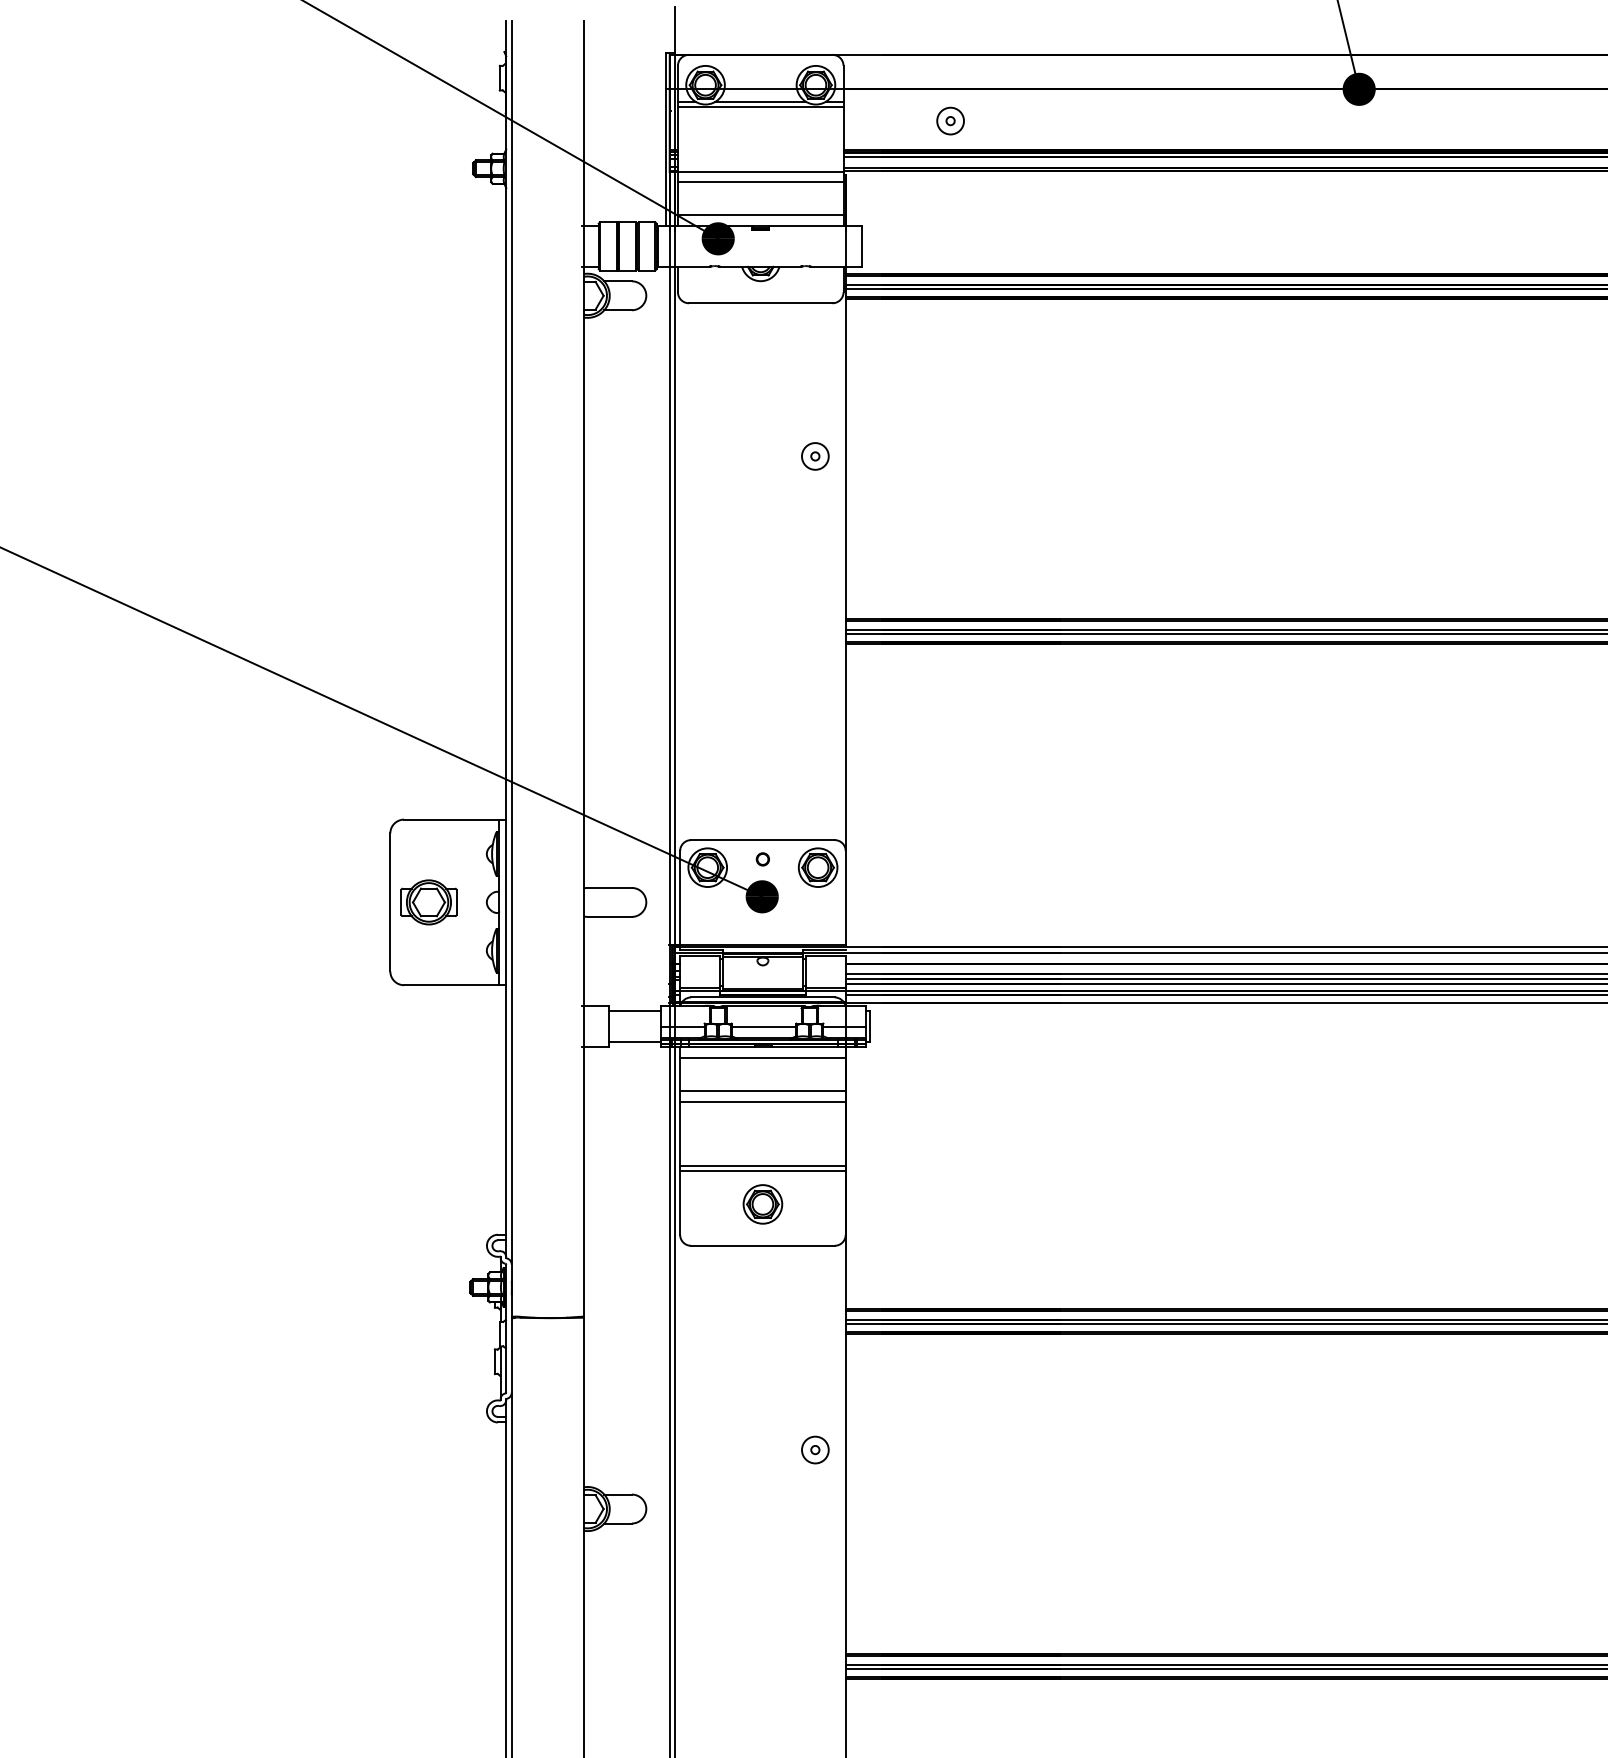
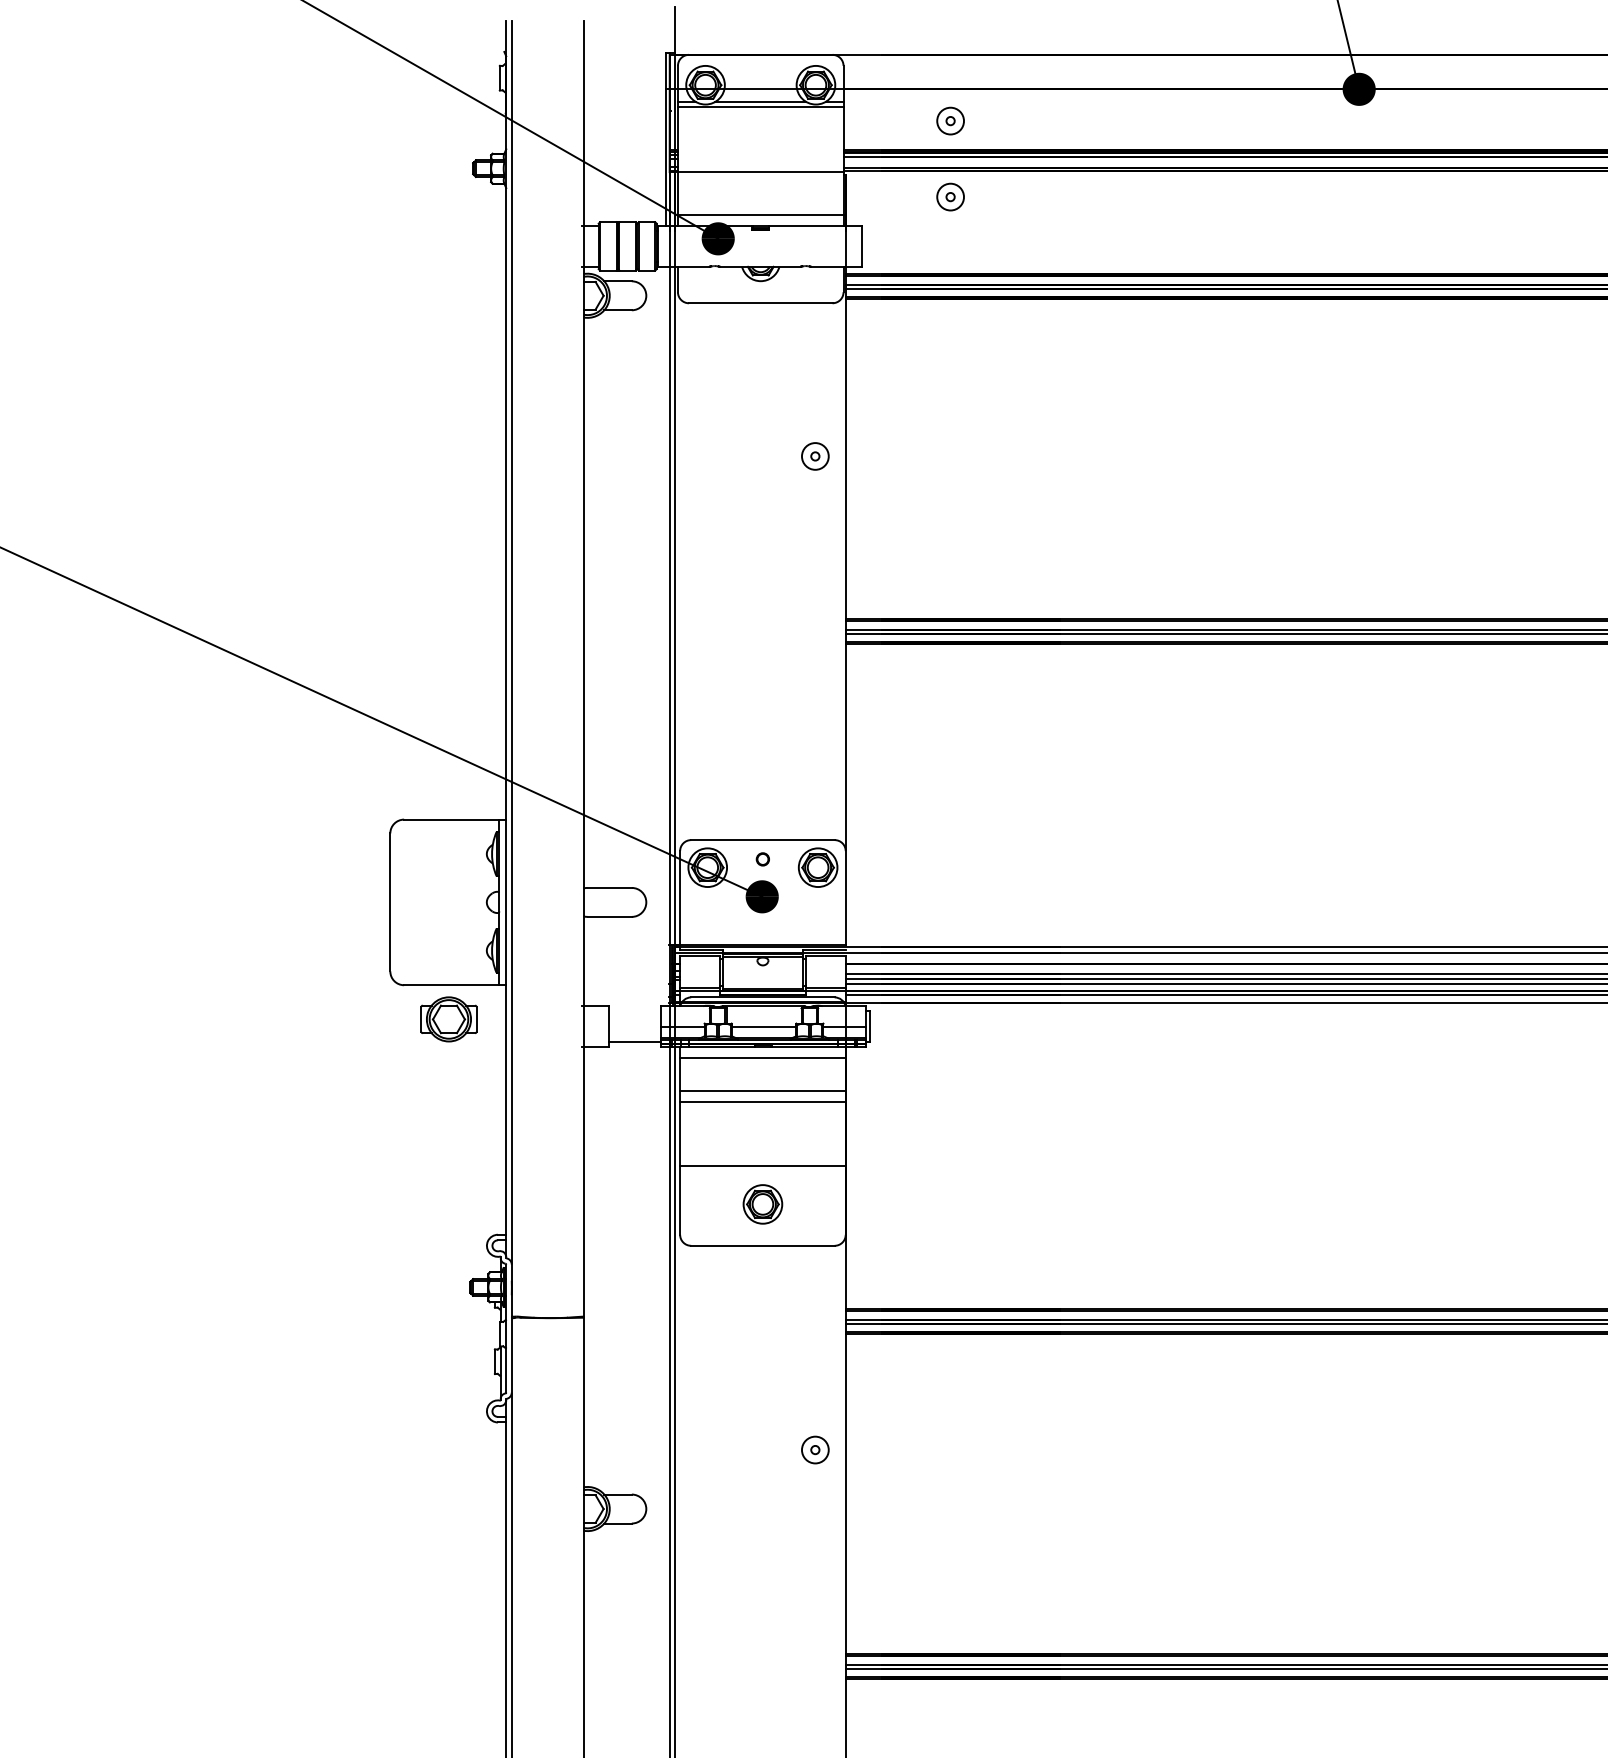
line at (760, 181): present -> none
part at (950, 196): none -> present
part at (428, 902) position: (428, 902) -> (448, 1019)
line at (634, 1011): present -> none
line at (762, 1171): present -> none
